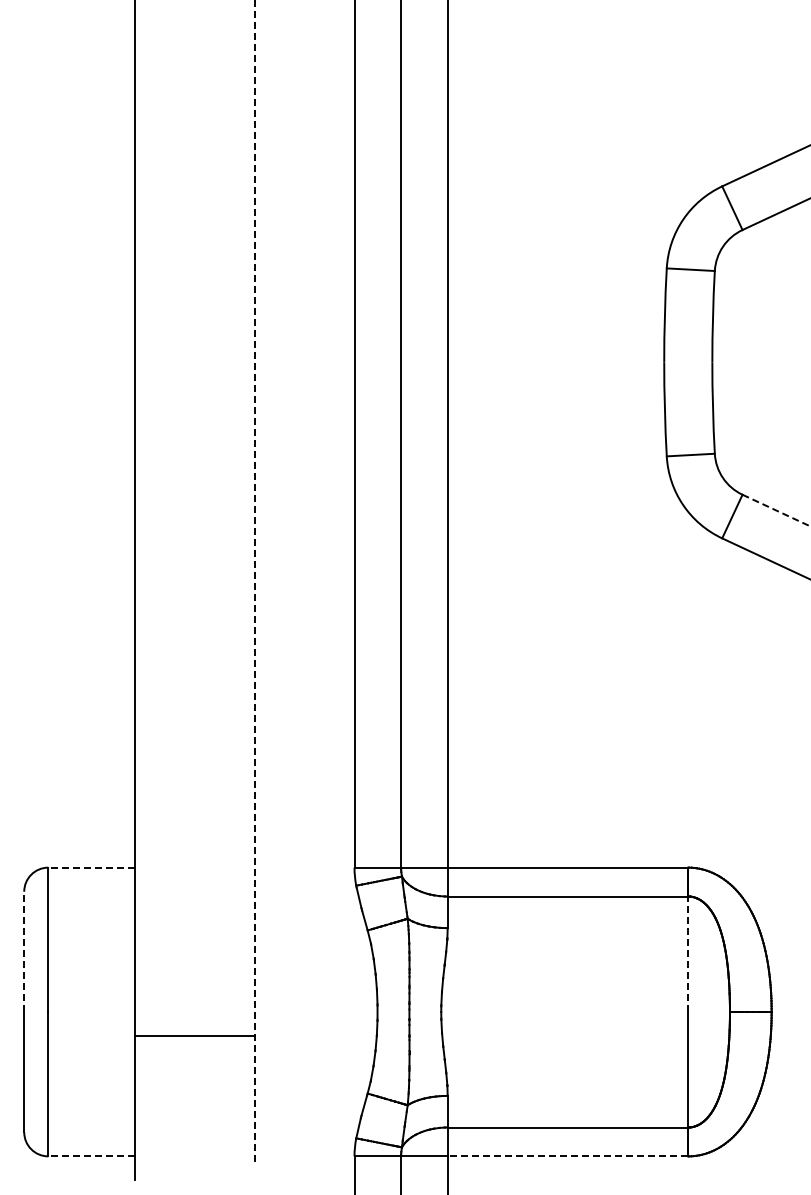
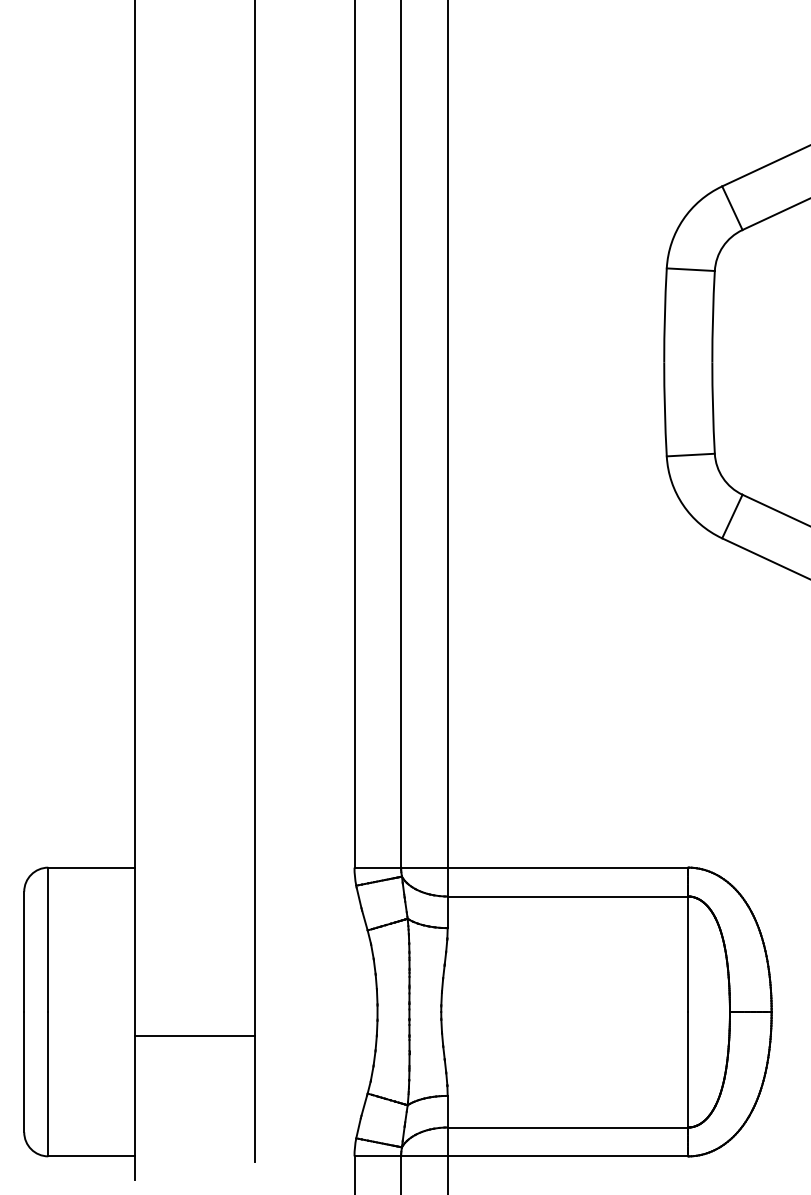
line at (776, 510): dashed -> solid
line at (255, 581): dashed -> solid
line at (91, 867): dashed -> solid
line at (24, 951): dashed -> solid
line at (688, 954): dashed -> solid
line at (91, 1156): dashed -> solid
line at (567, 1156): dashed -> solid
